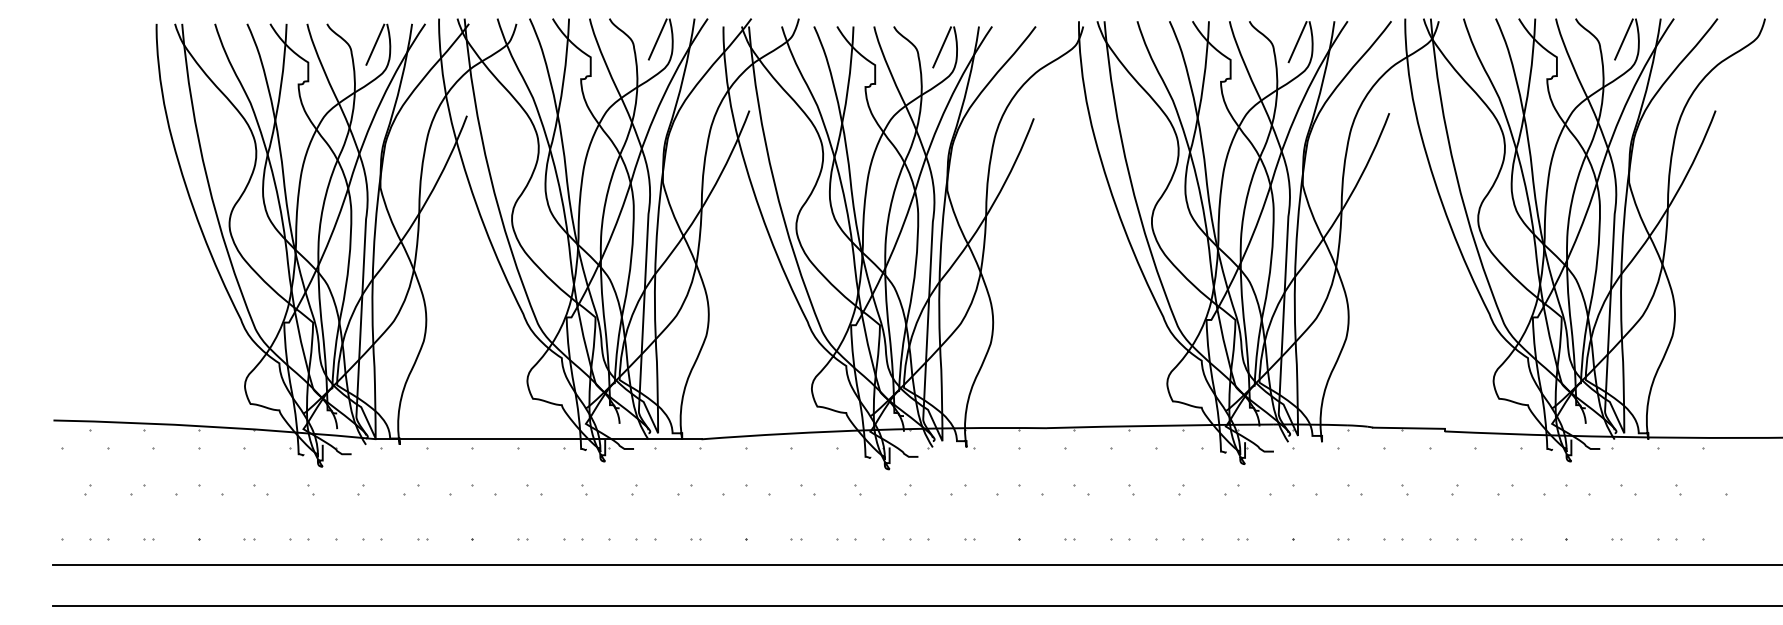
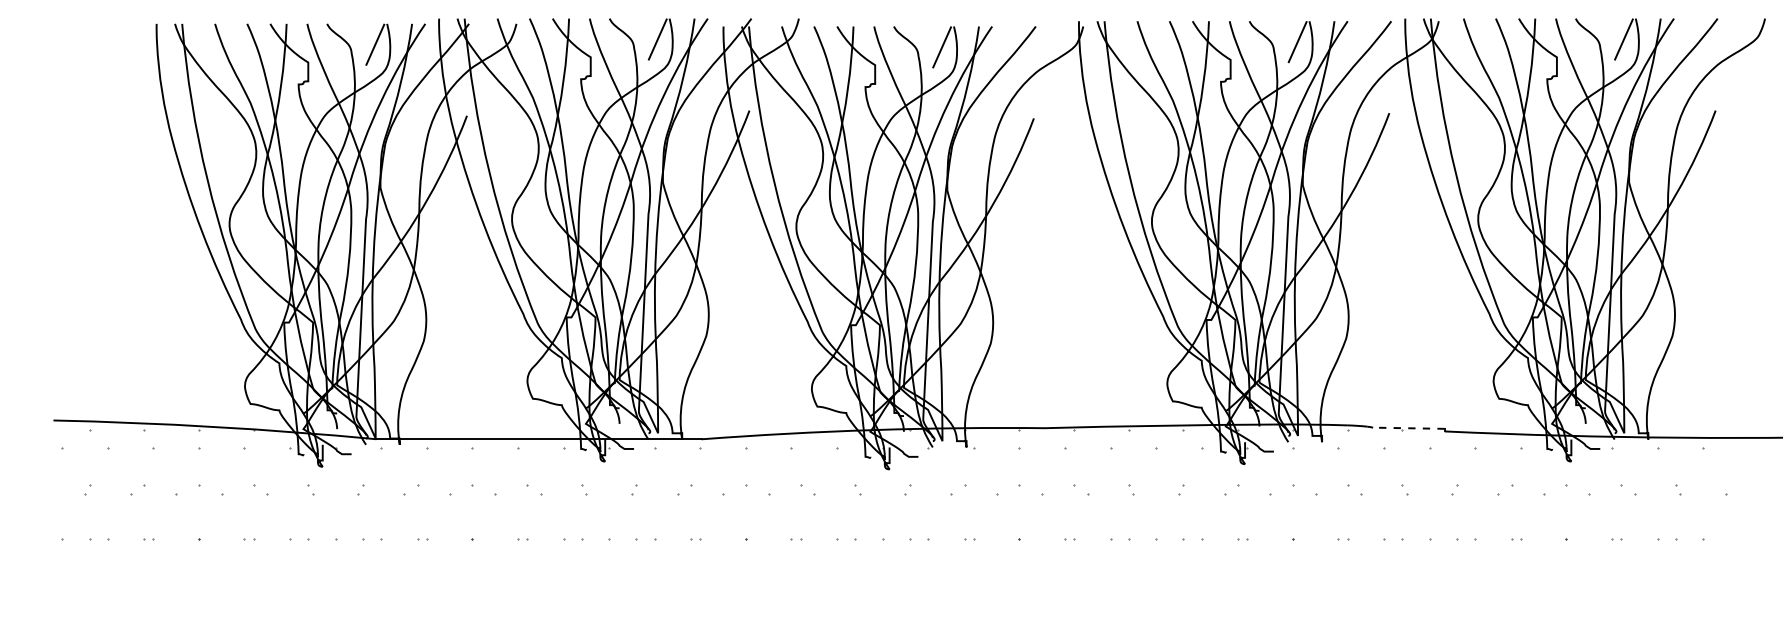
line at (1408, 428): solid -> dashed
line at (916, 564): present -> none
line at (916, 606): present -> none
